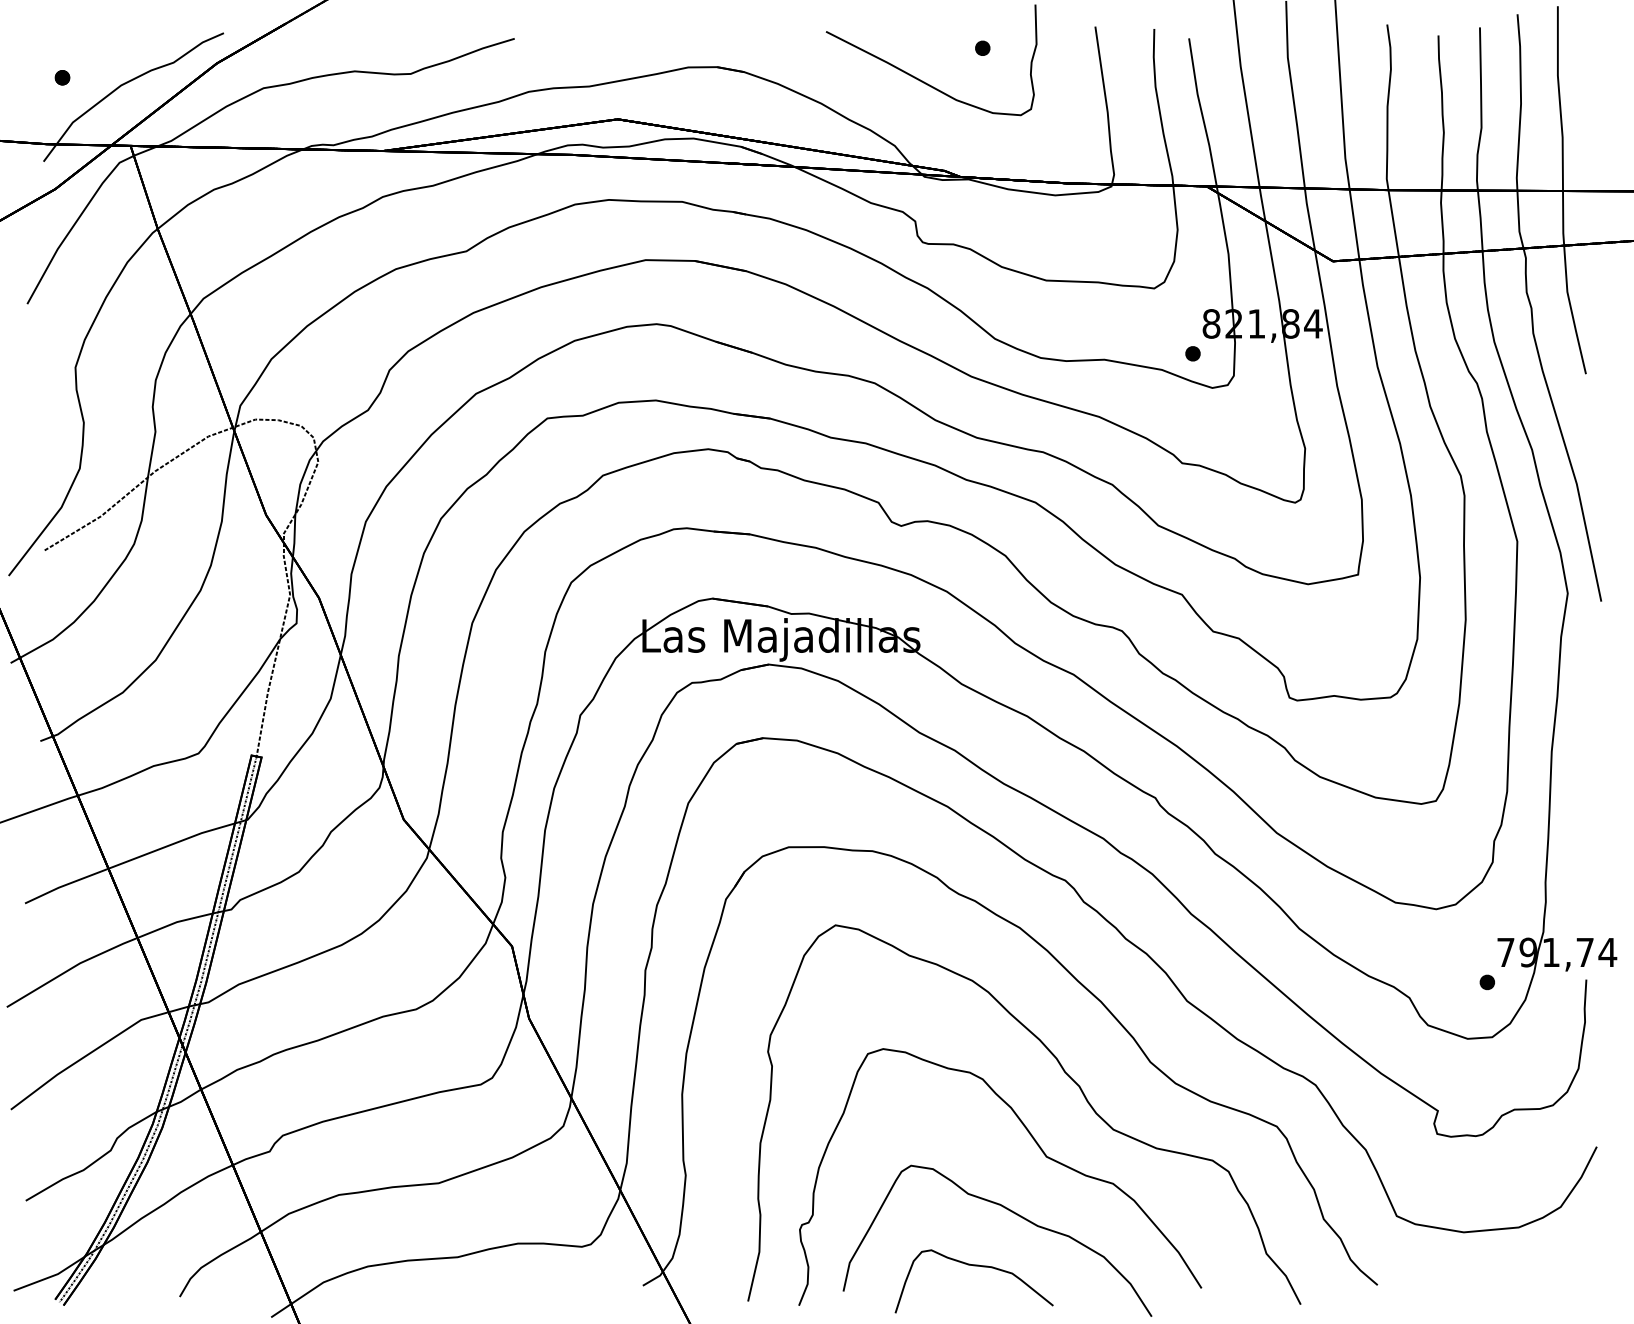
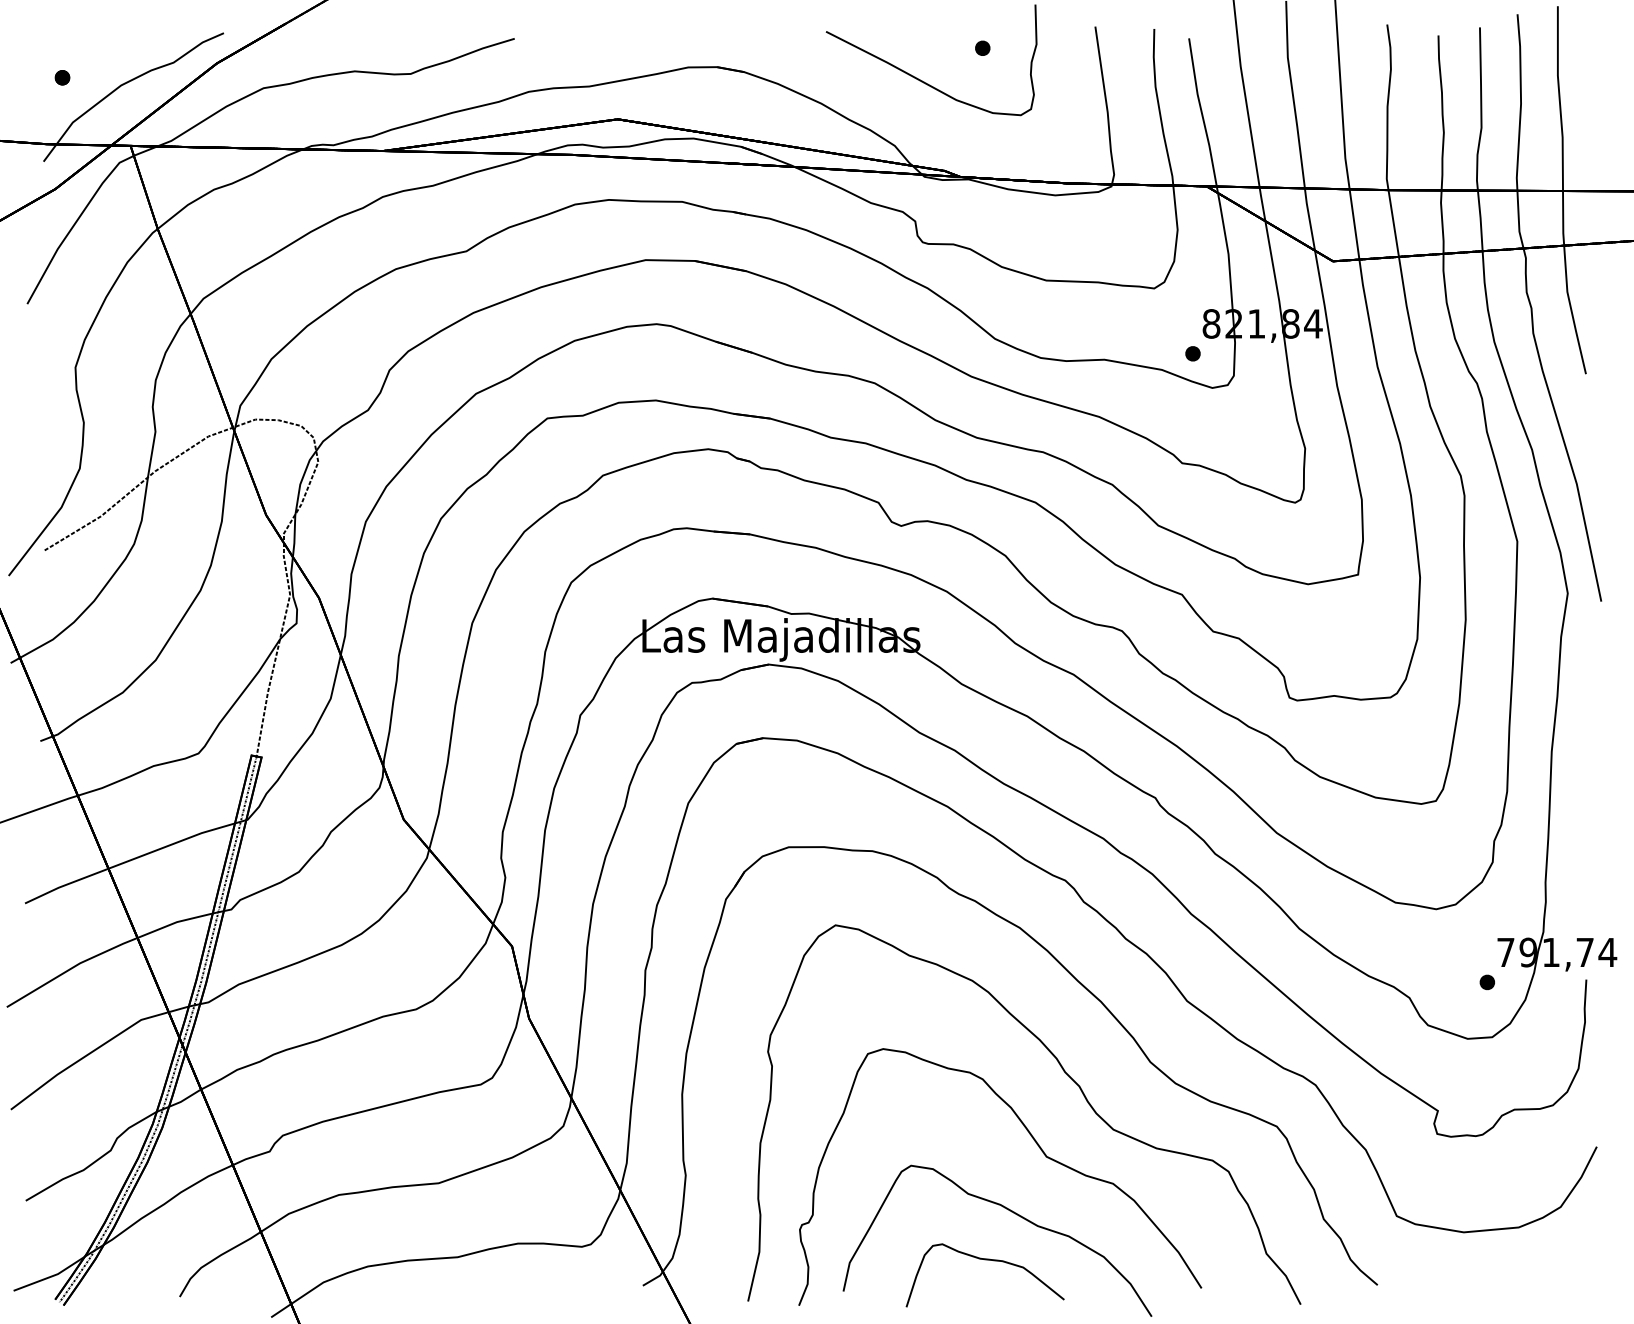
part at (973, 1266) position: (973, 1266) -> (984, 1260)
